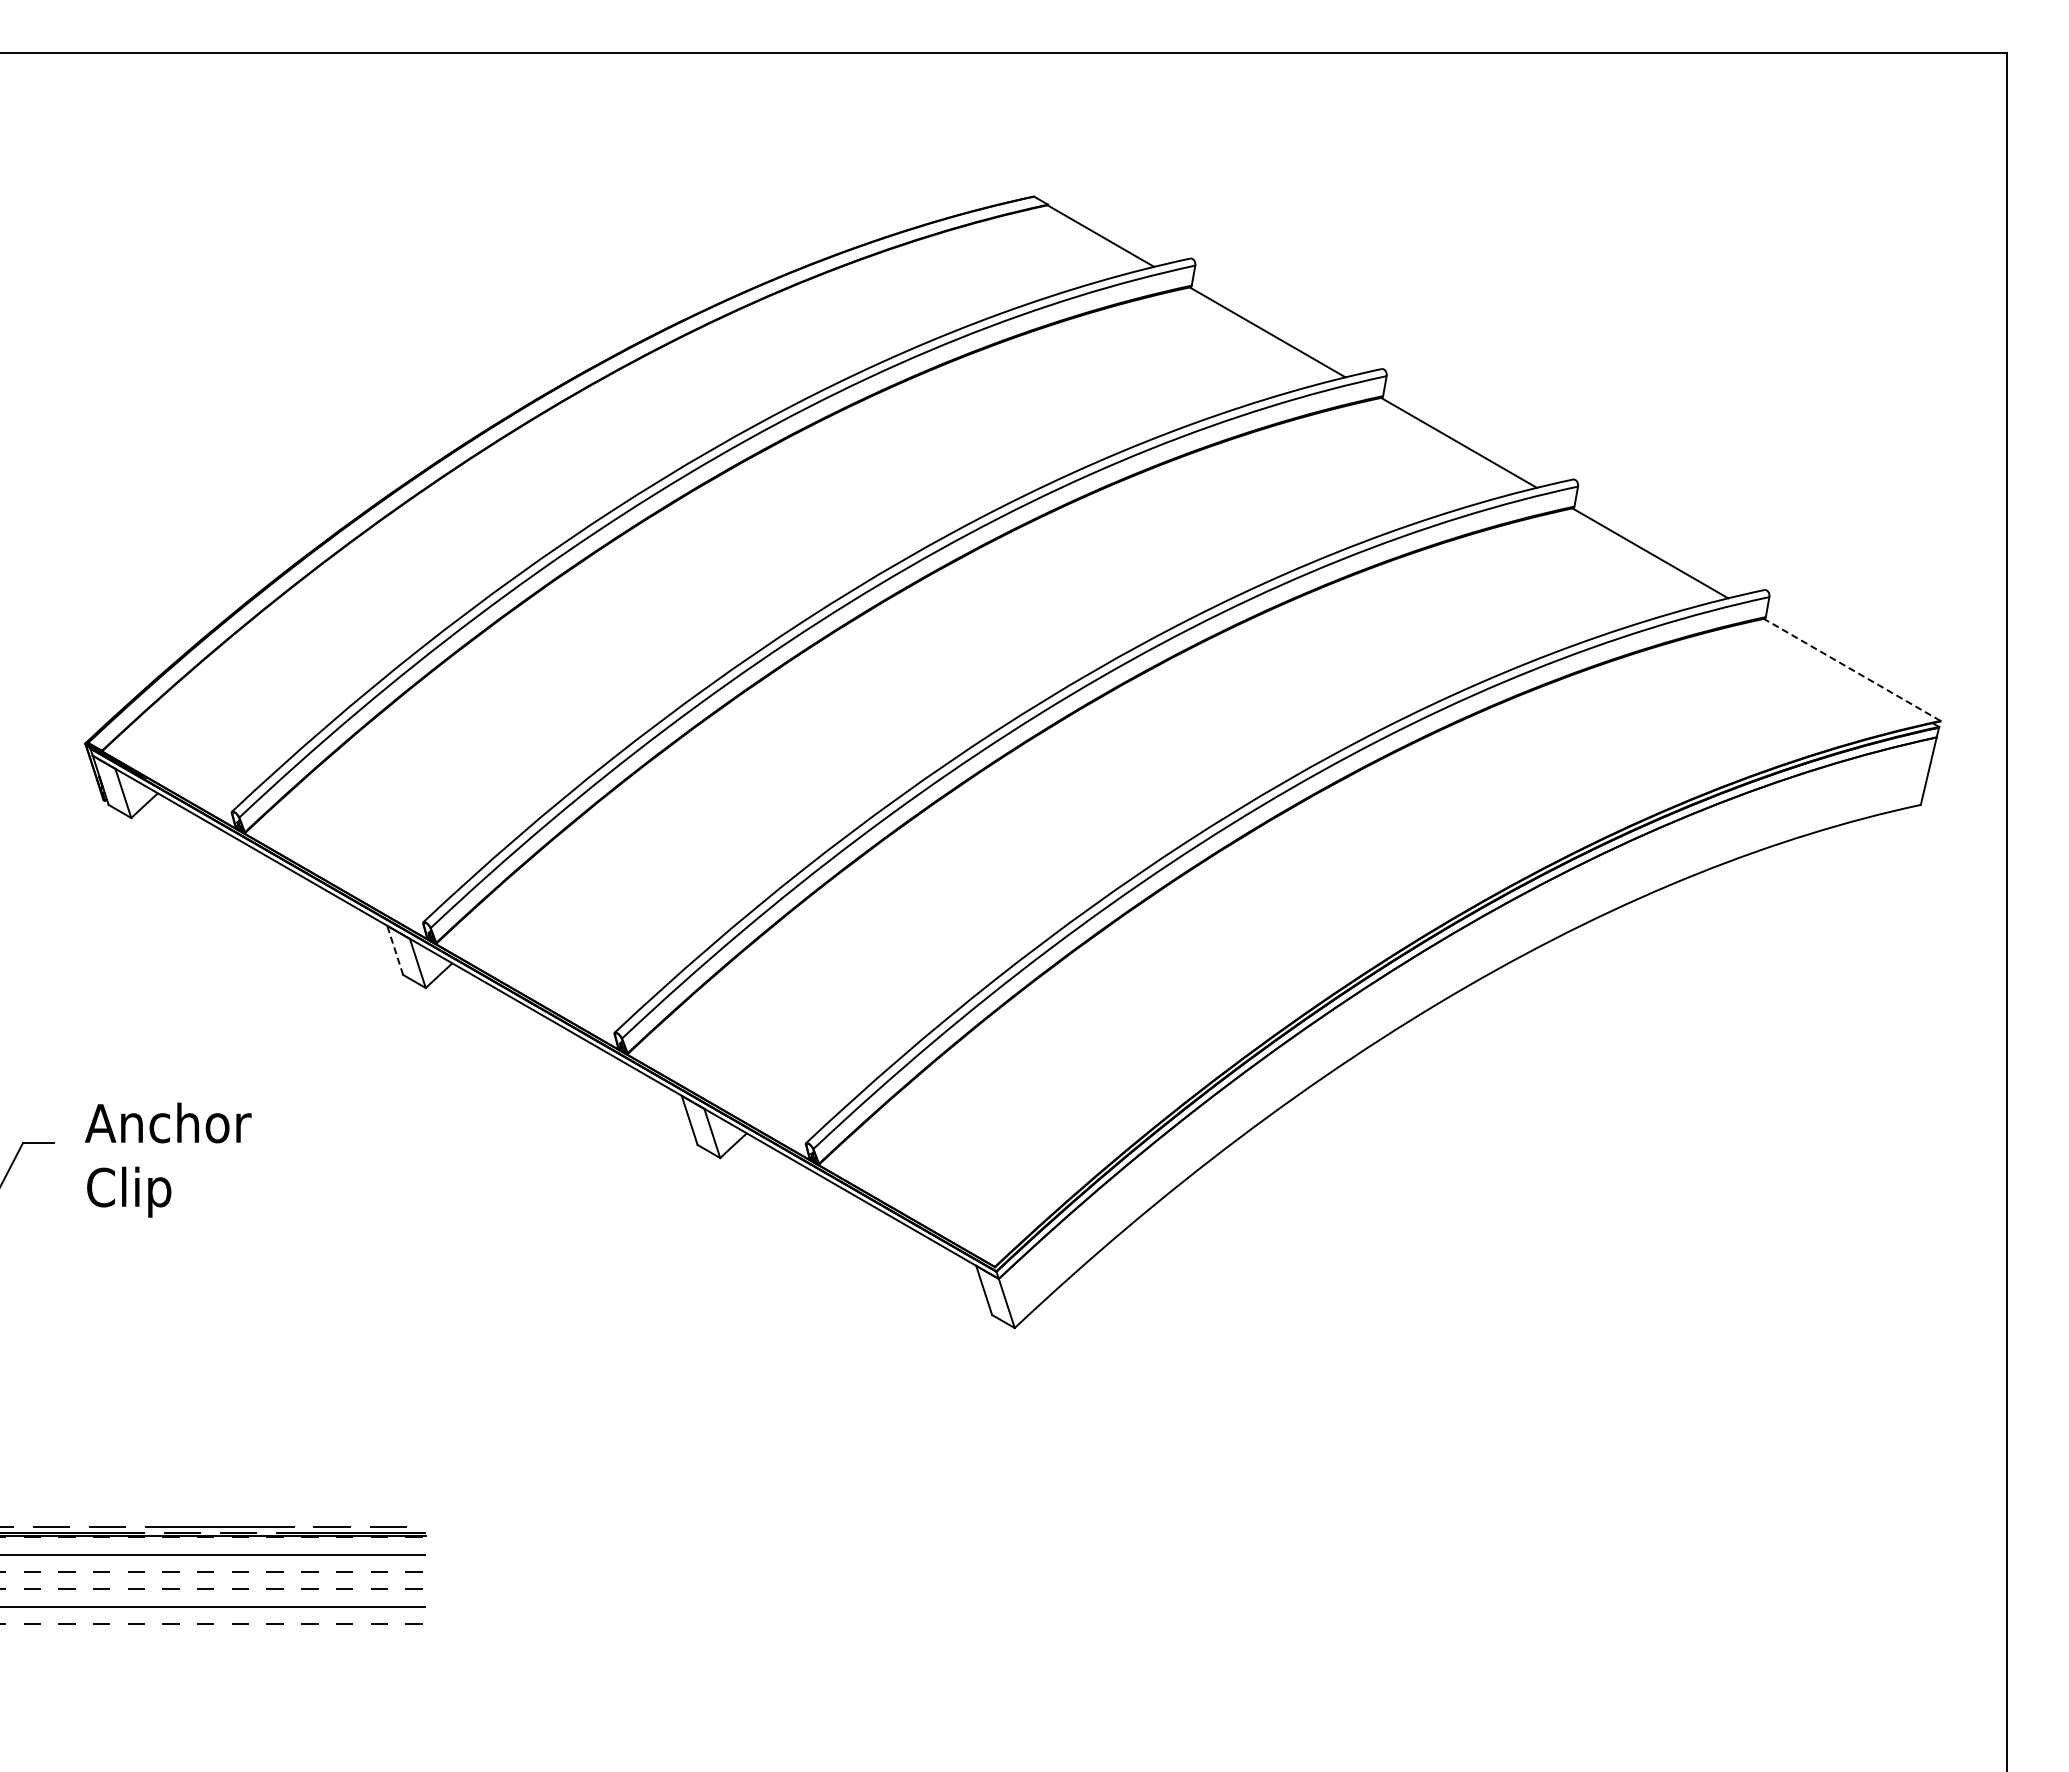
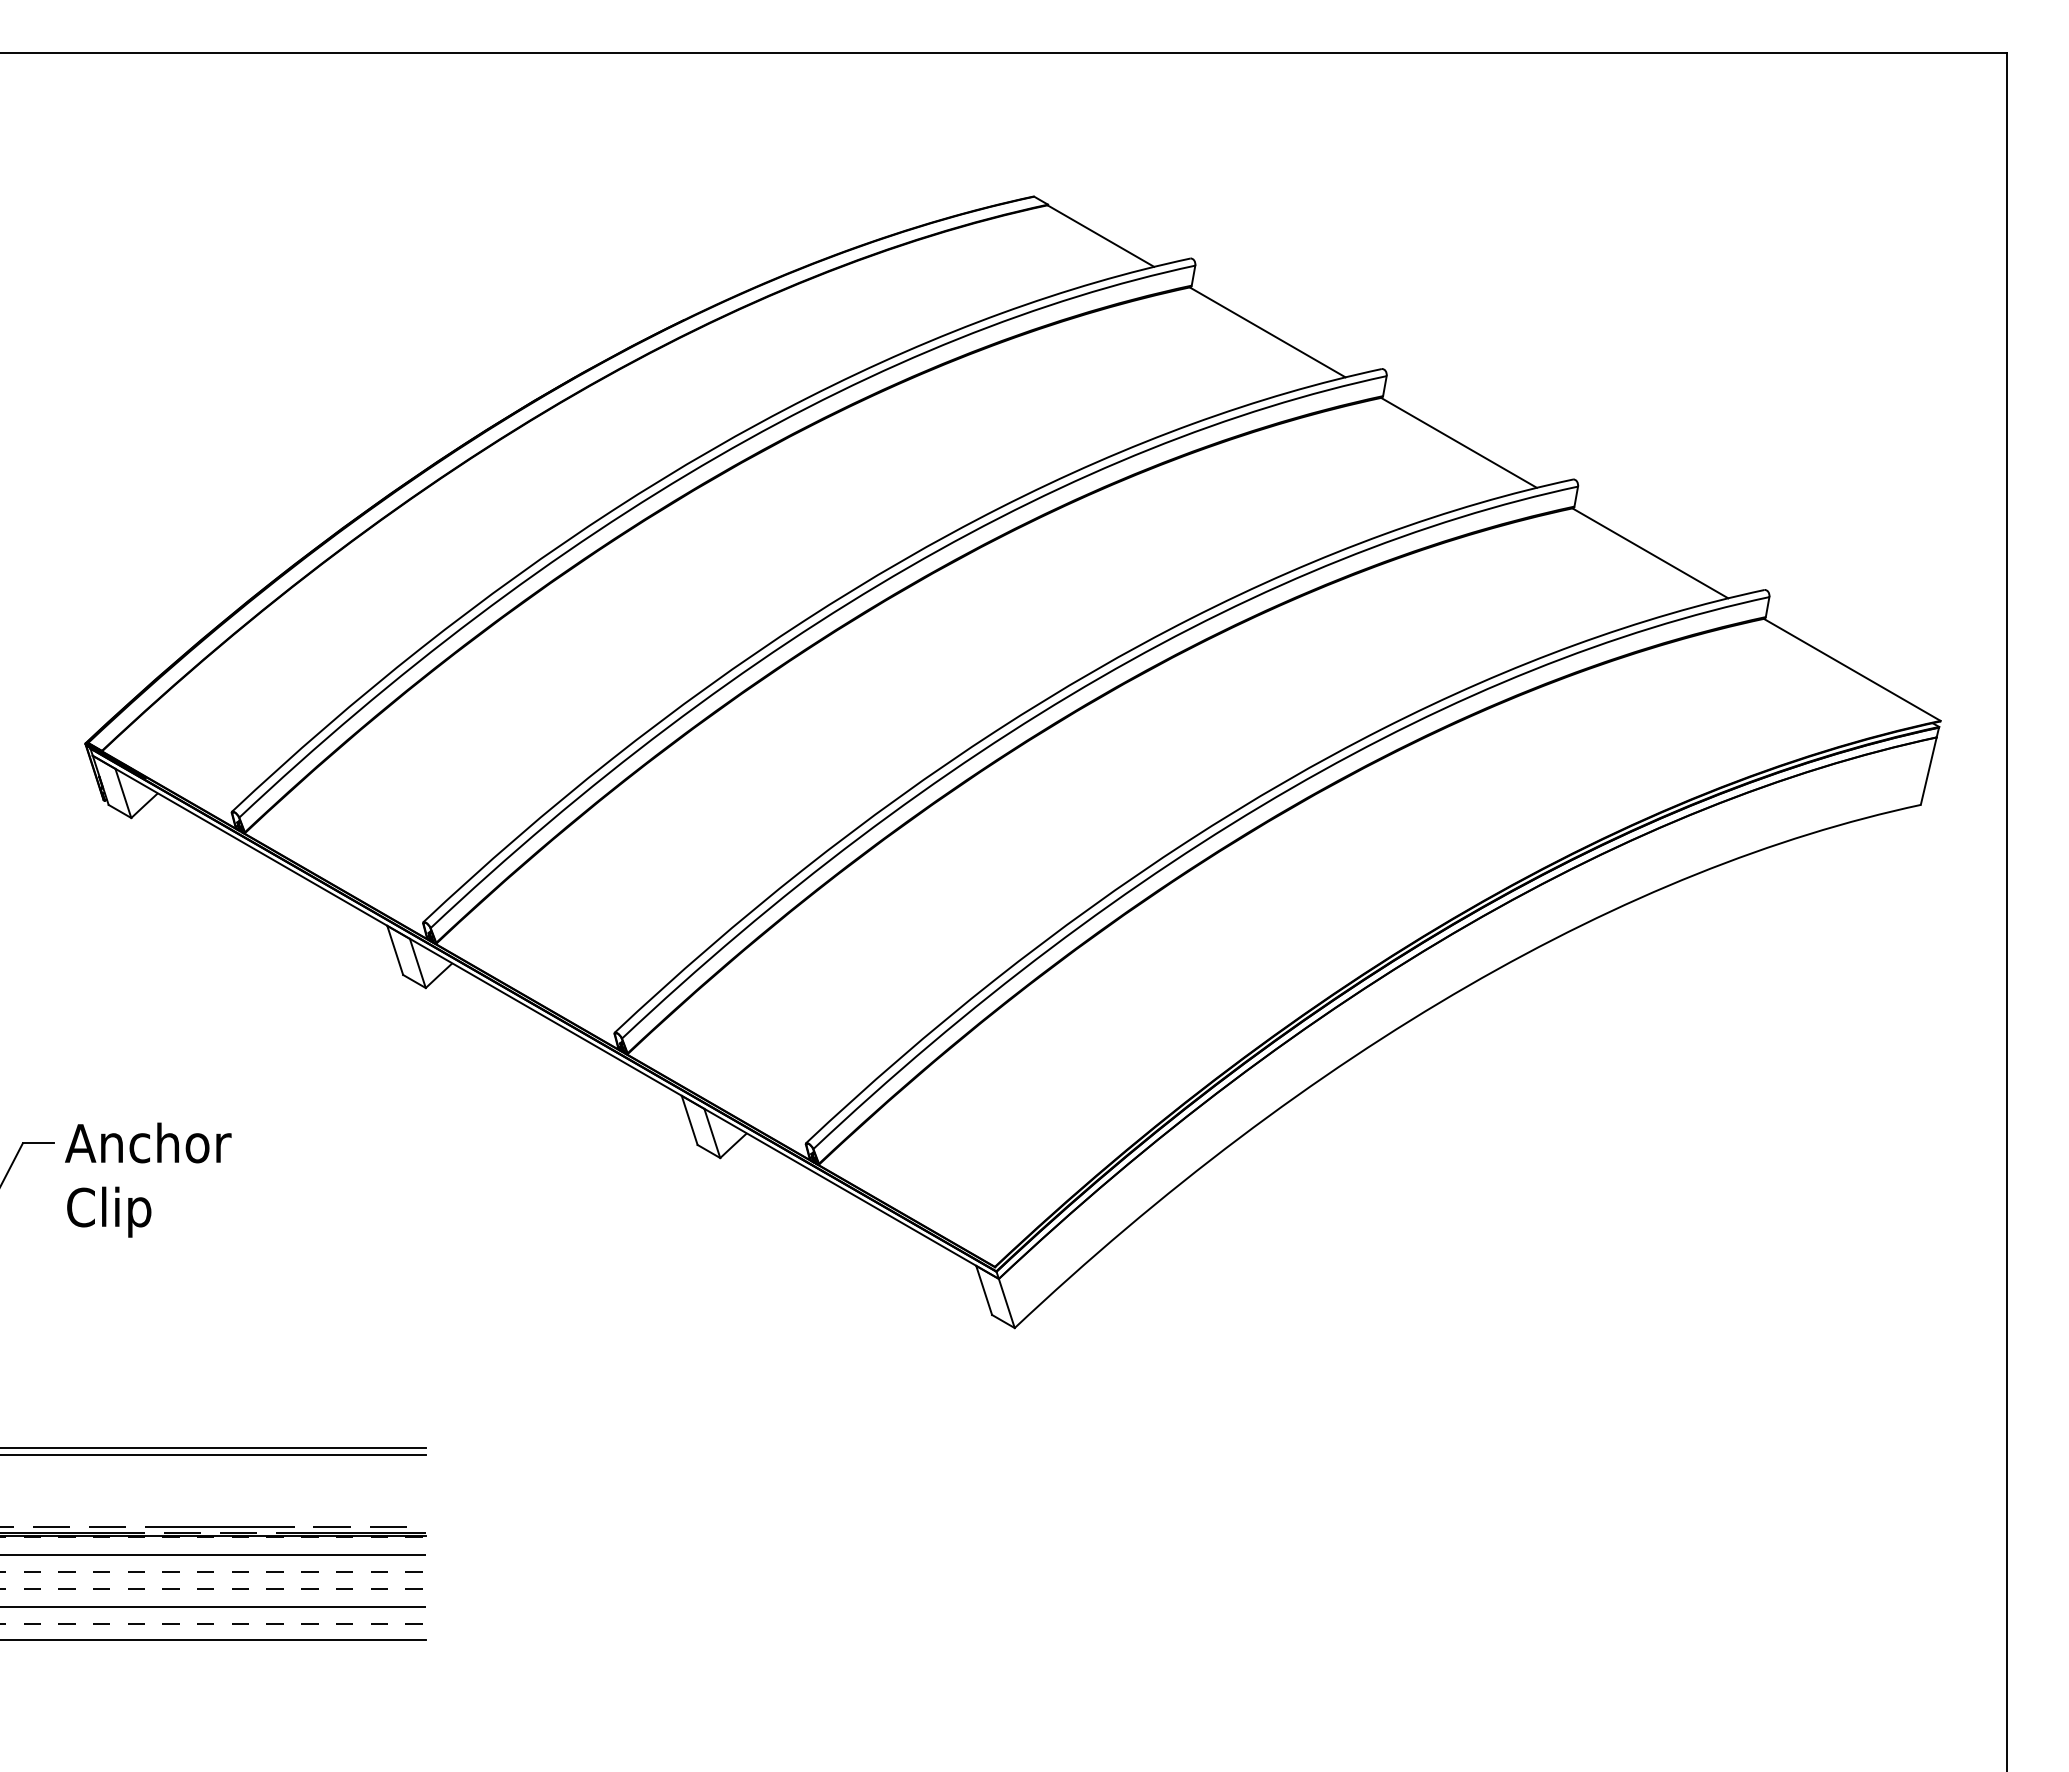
line at (1851, 669): dashed -> solid
line at (395, 950): dashed -> solid
text at (168, 1159) position: (168, 1159) -> (148, 1179)
line at (213, 1448): none -> present
line at (213, 1454): none -> present
line at (213, 1640): none -> present
